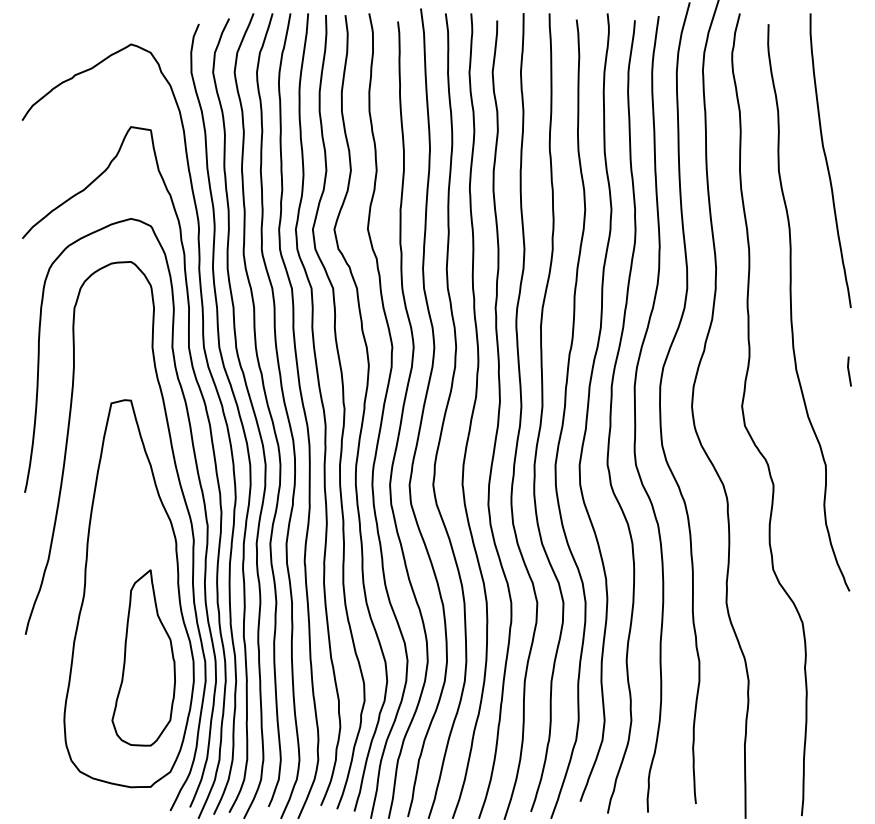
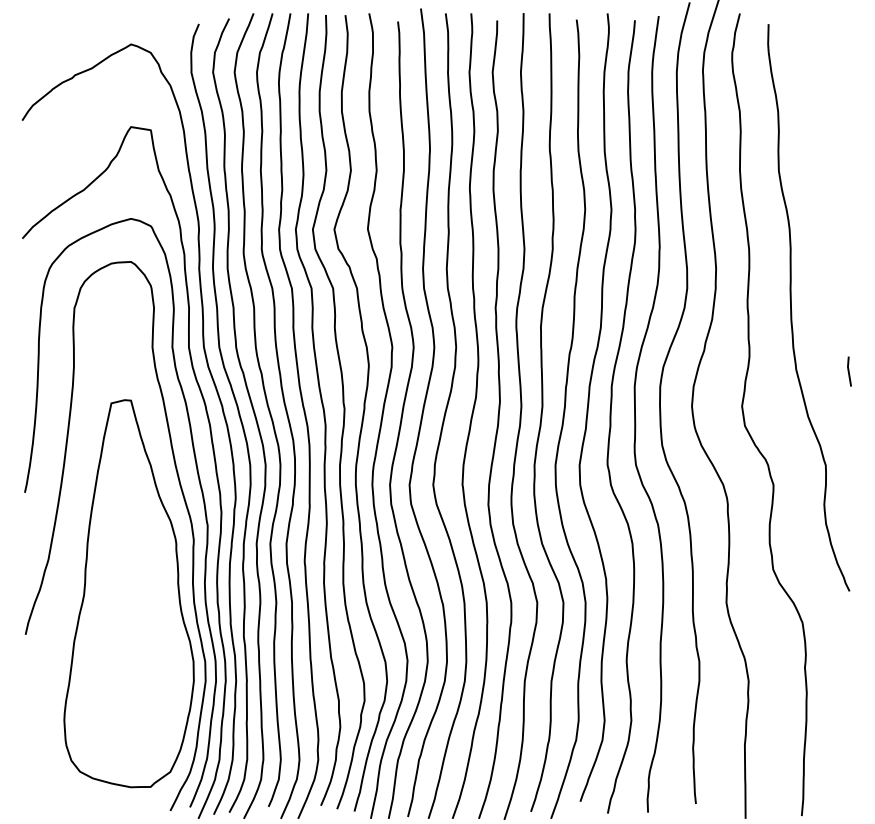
curve at (827, 160): present -> none
part at (143, 657): present -> none
